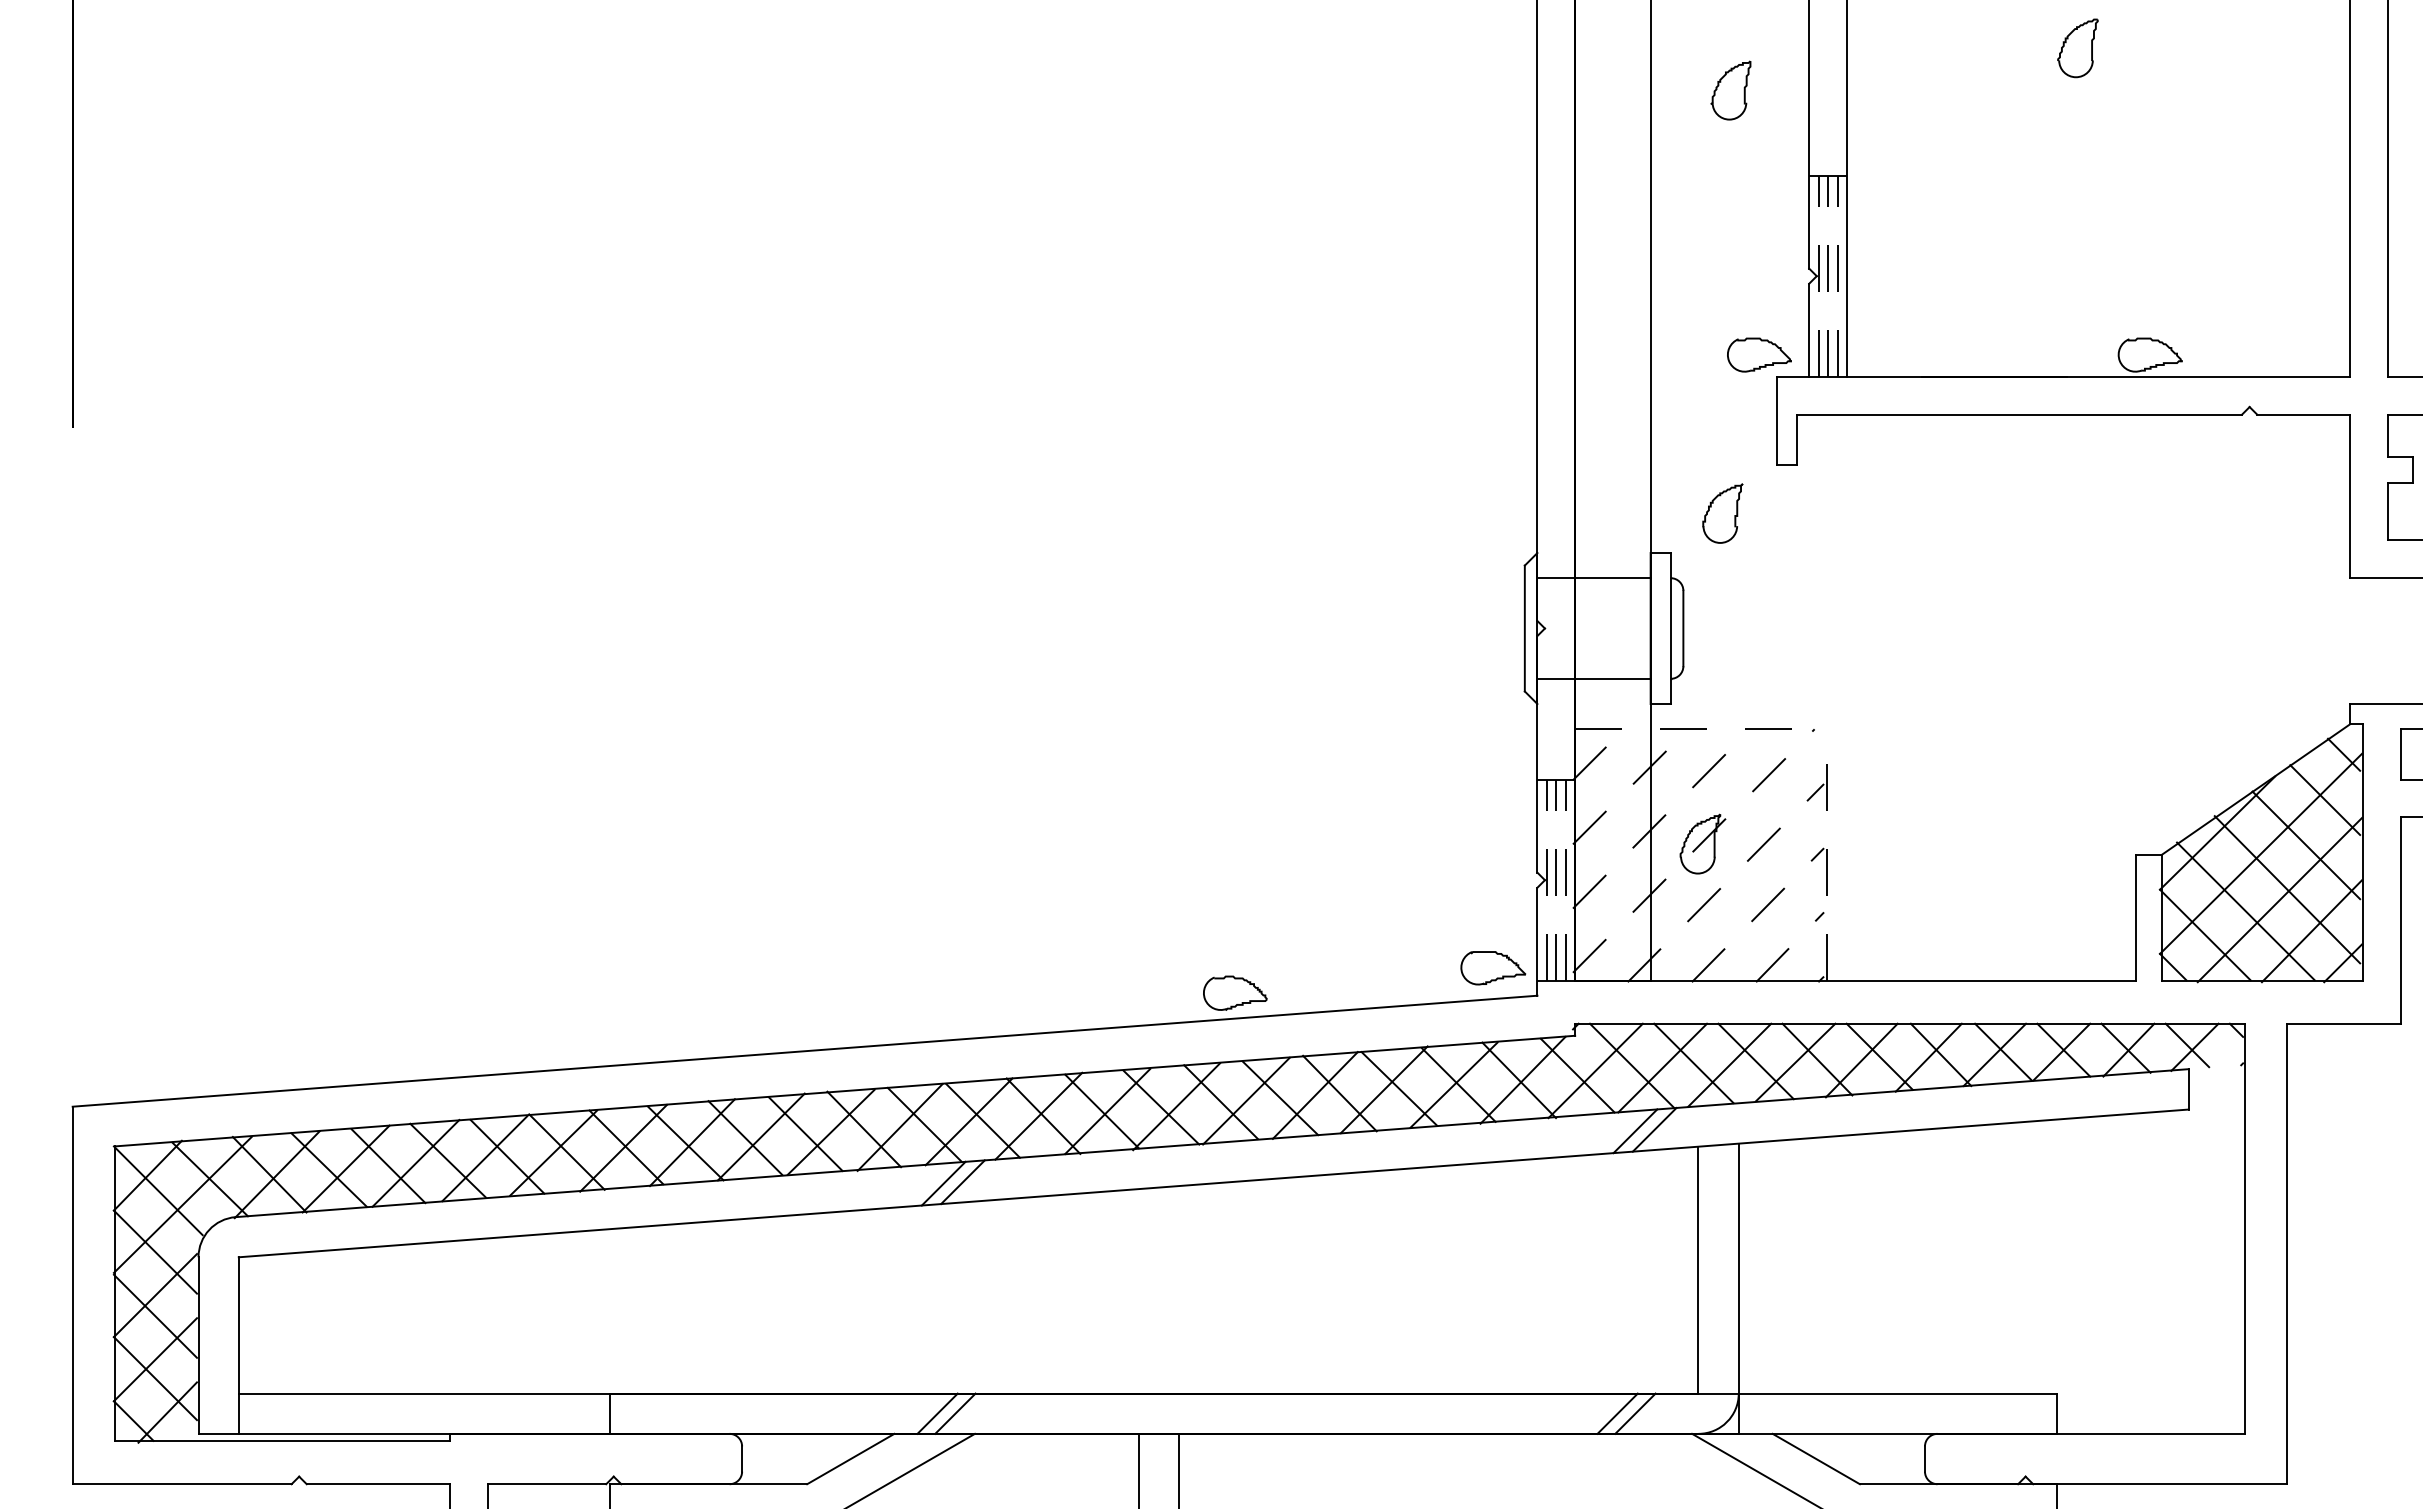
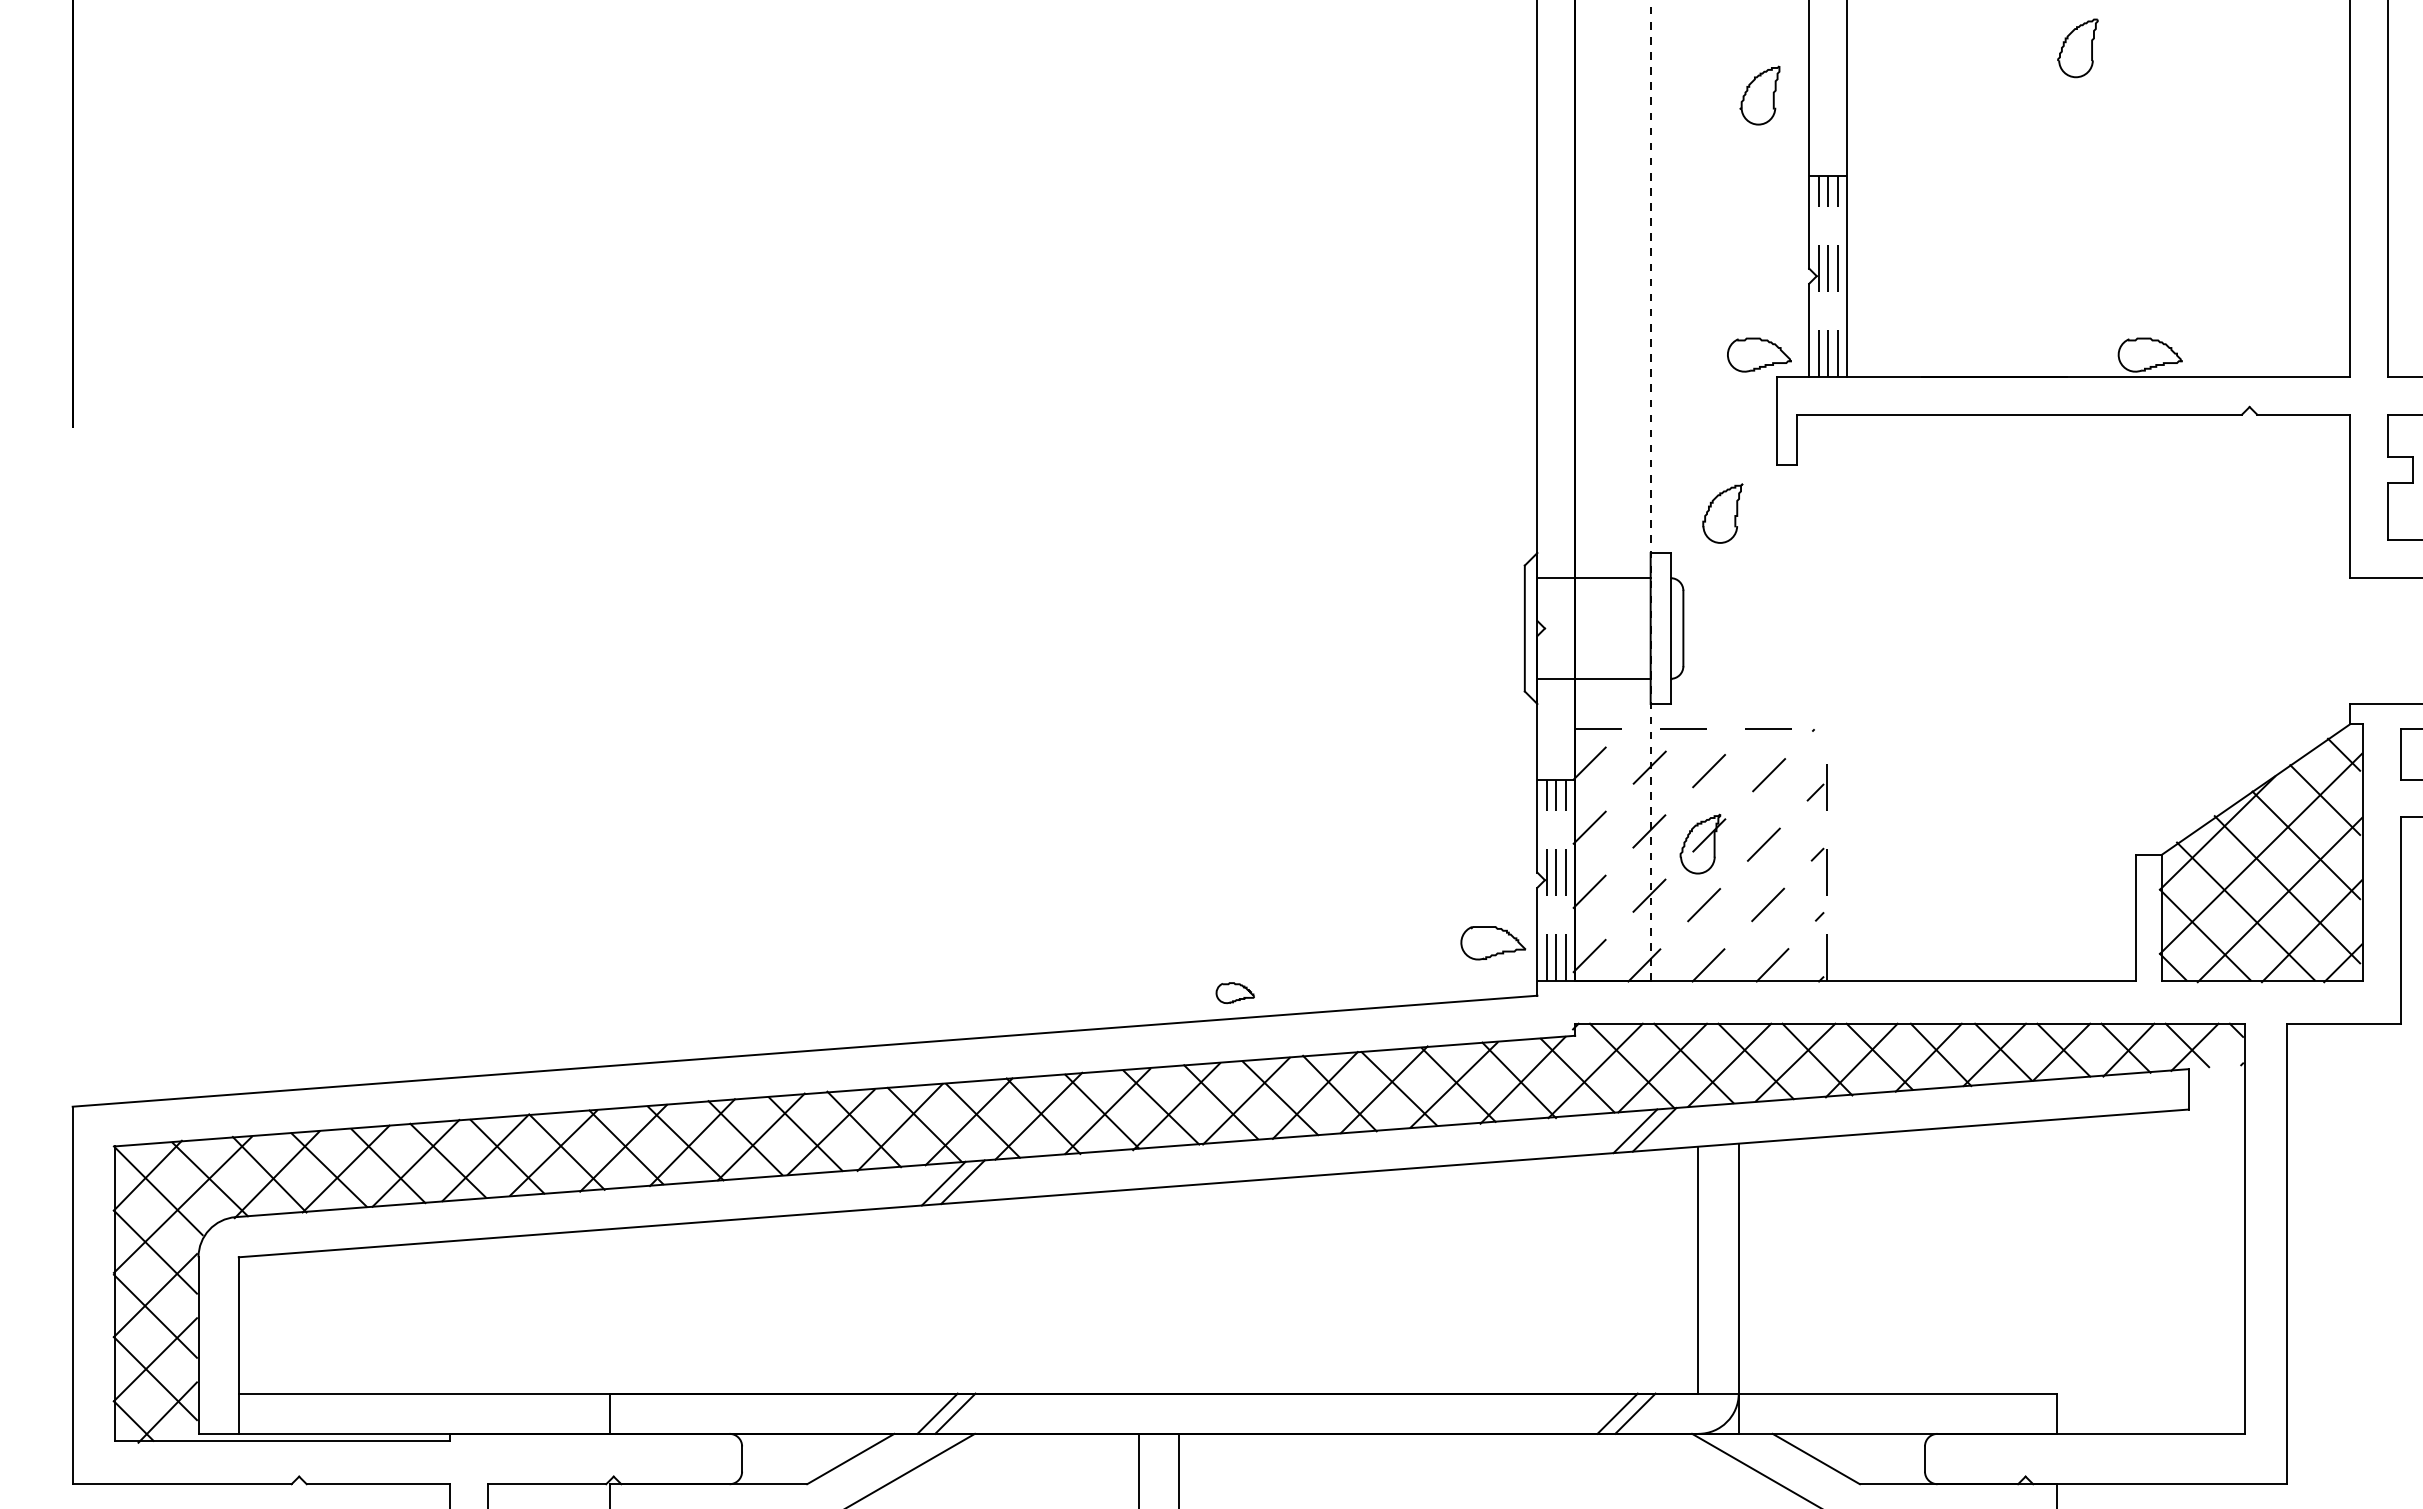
part at (1730, 90) position: (1730, 90) -> (1759, 95)
line at (1650, 489): solid -> dashed
part at (1493, 968) position: (1493, 968) -> (1493, 943)
part at (1235, 992) size: 65x36 px -> 40x23 px
